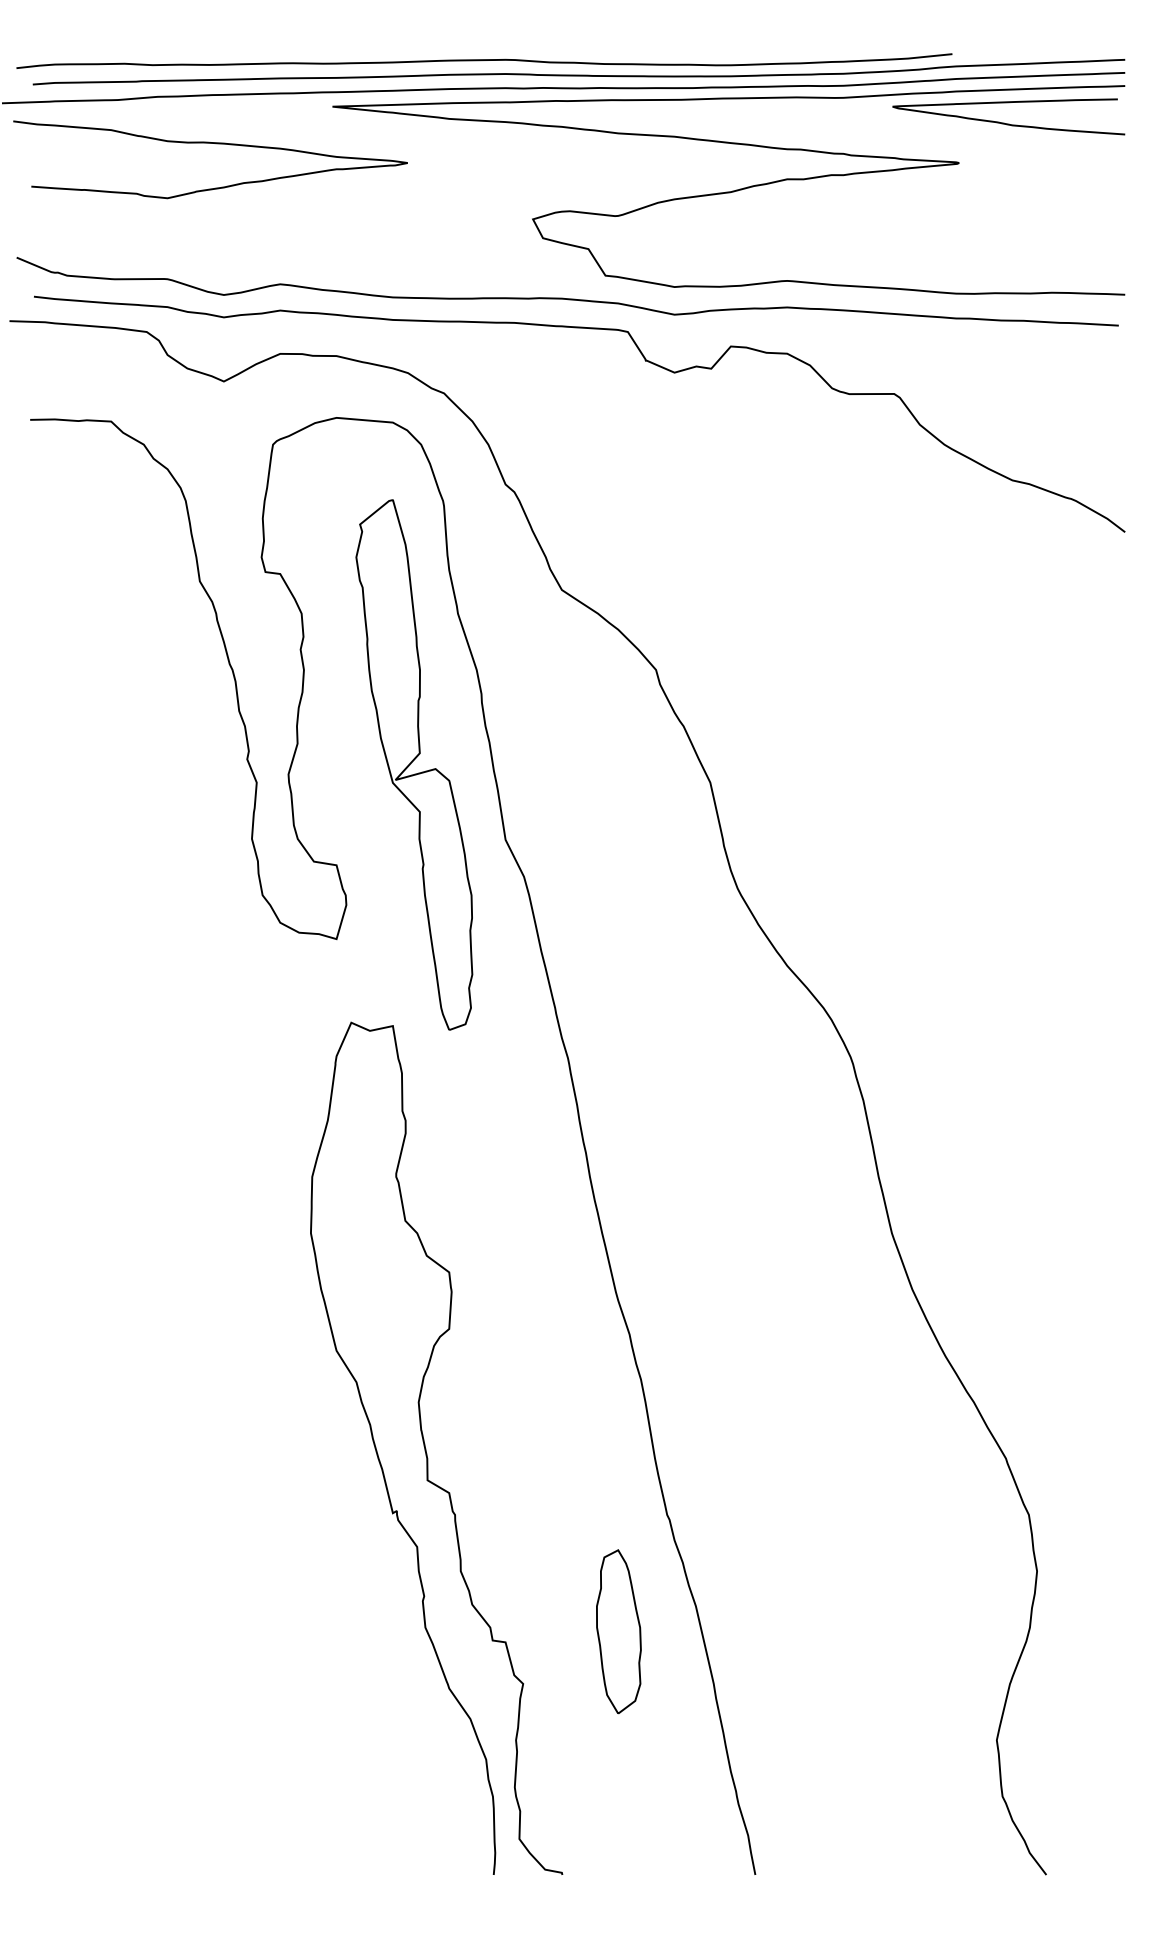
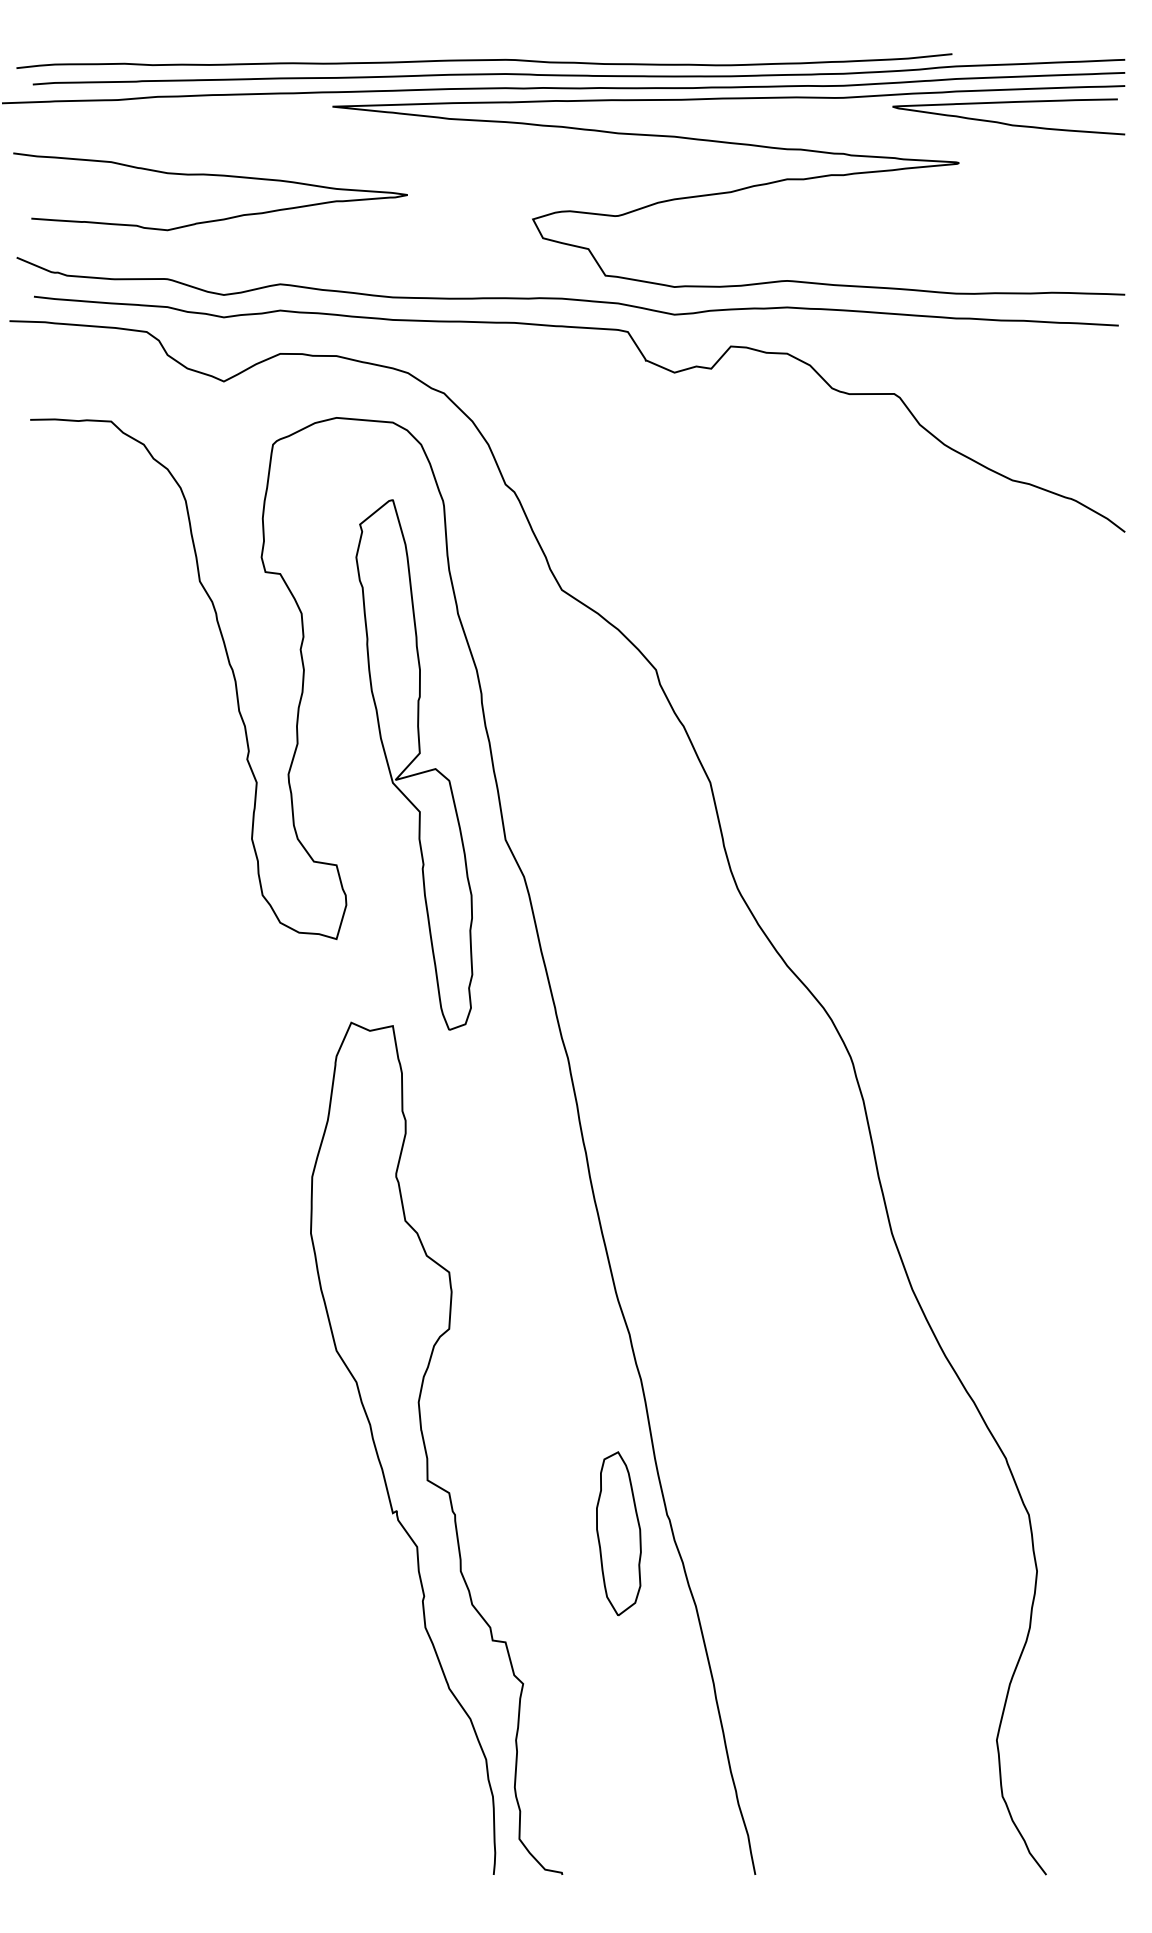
curve at (215, 144) position: (215, 144) -> (215, 176)
part at (618, 1631) position: (618, 1631) -> (618, 1533)
